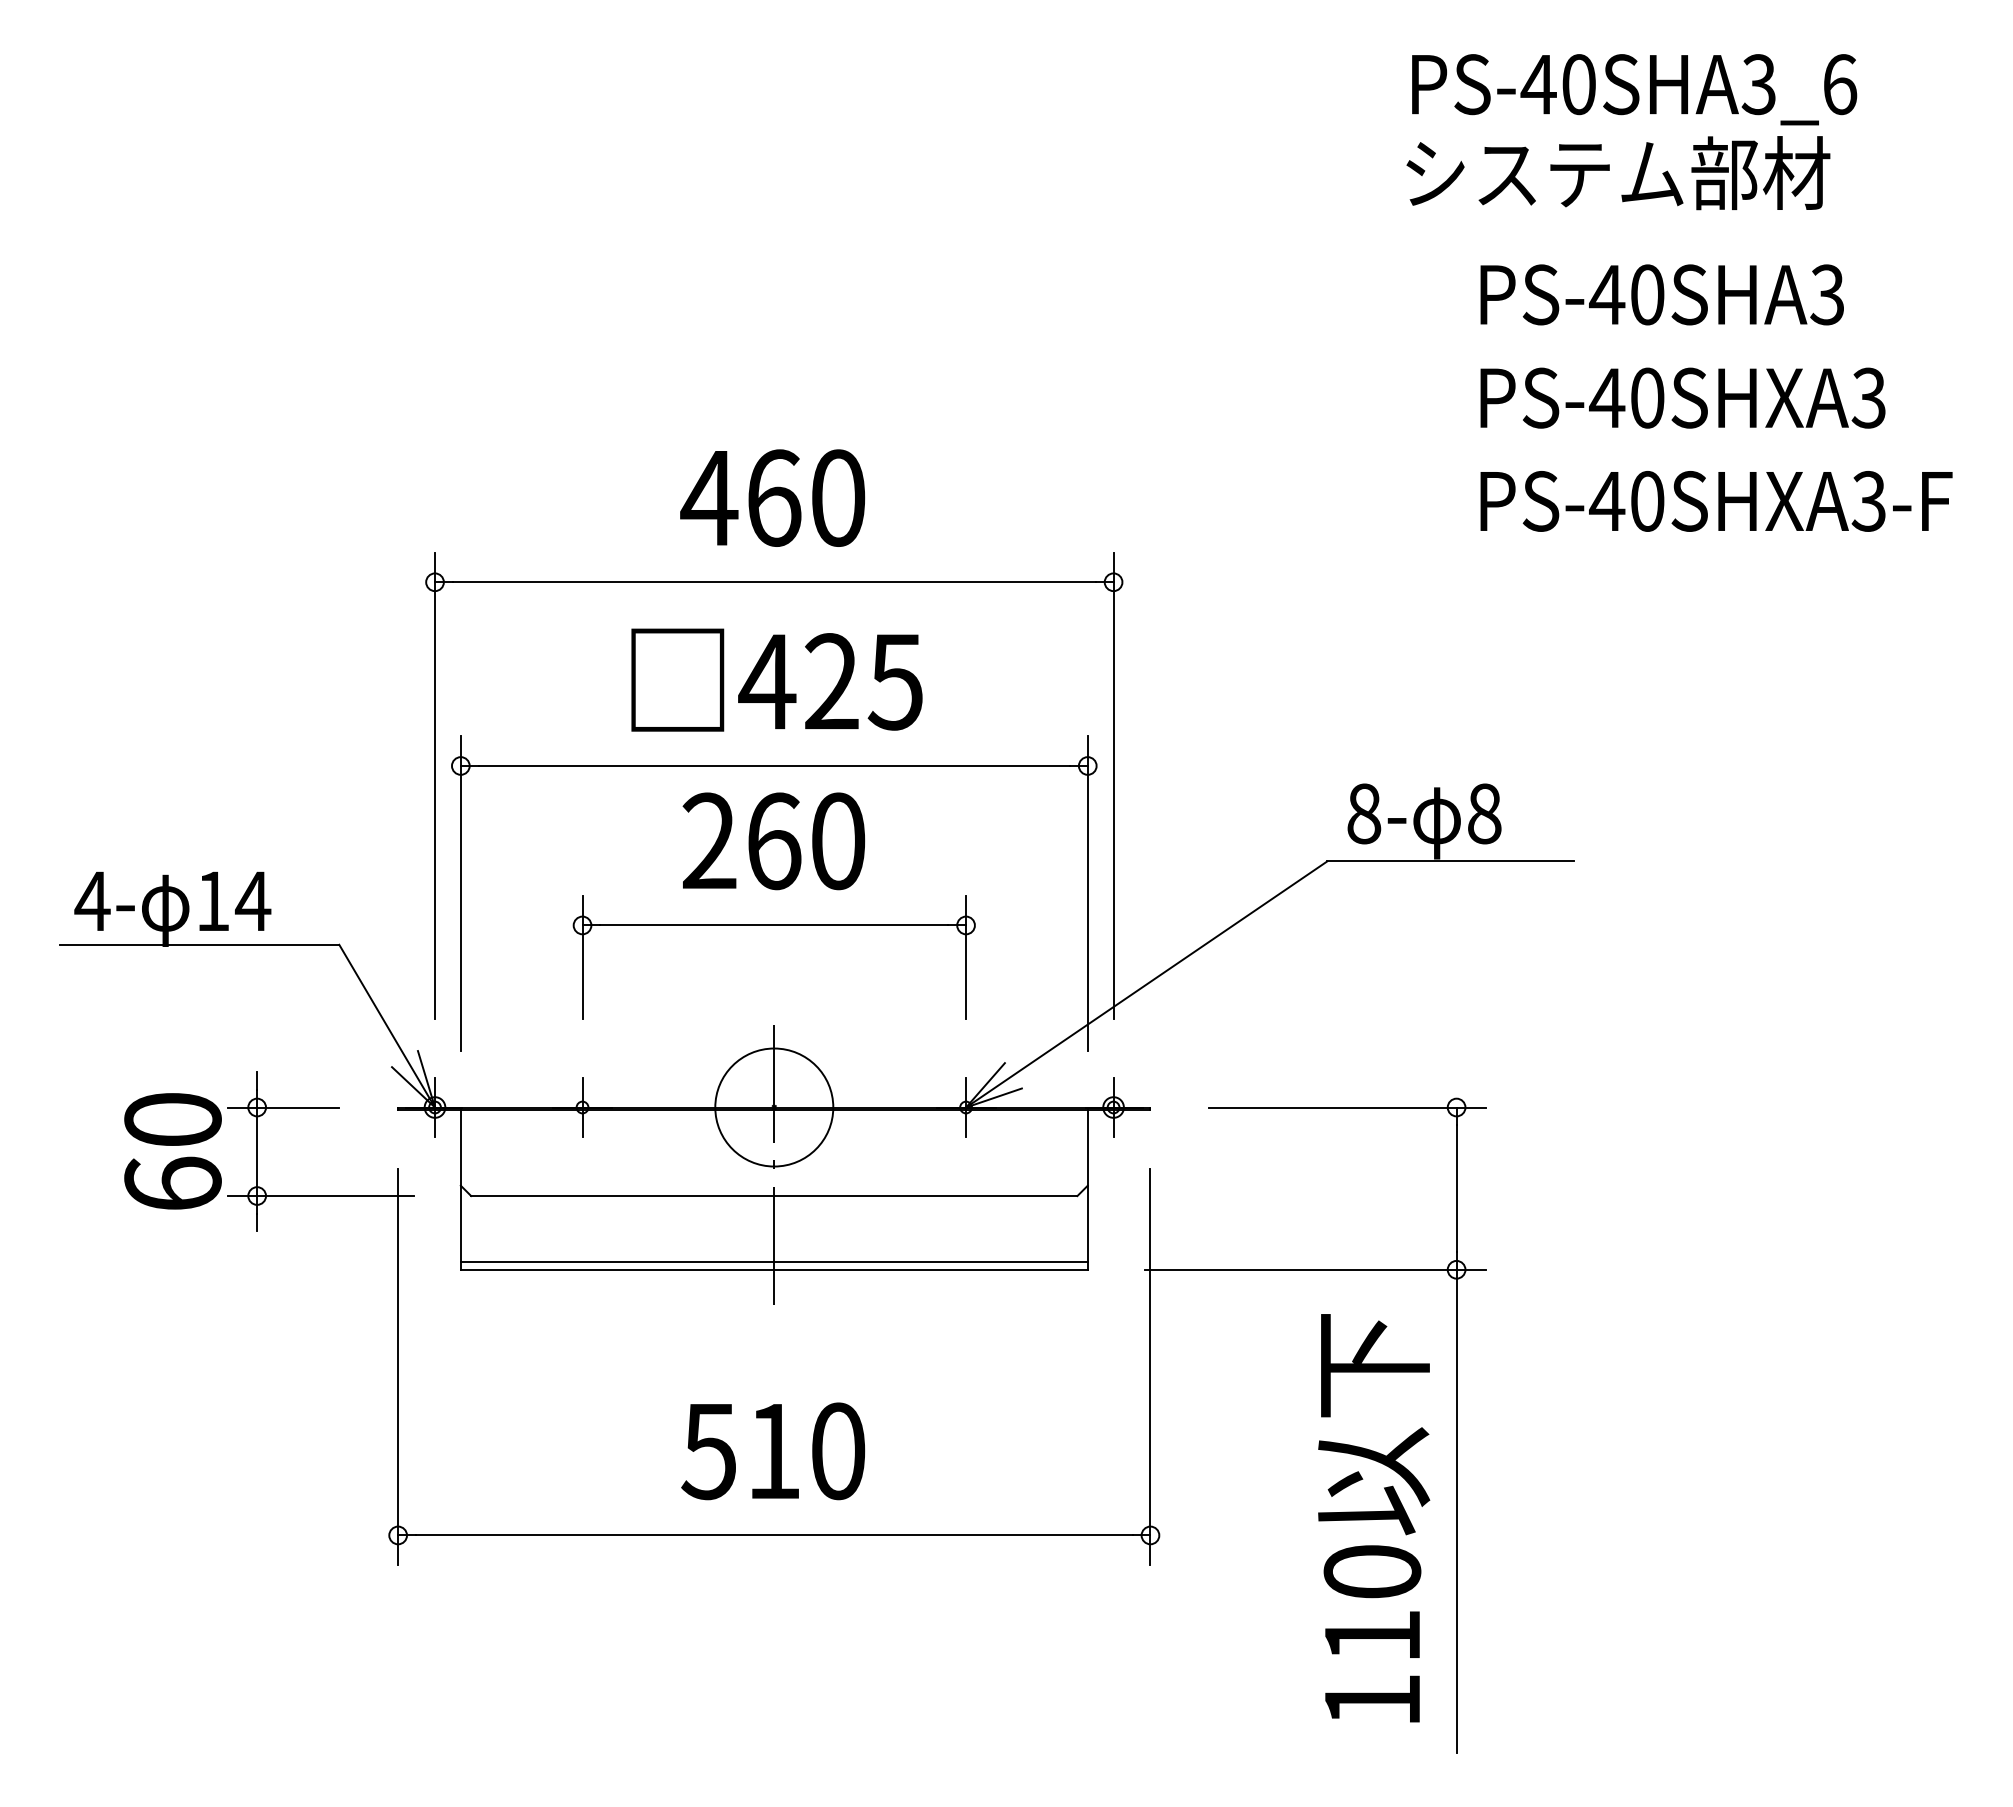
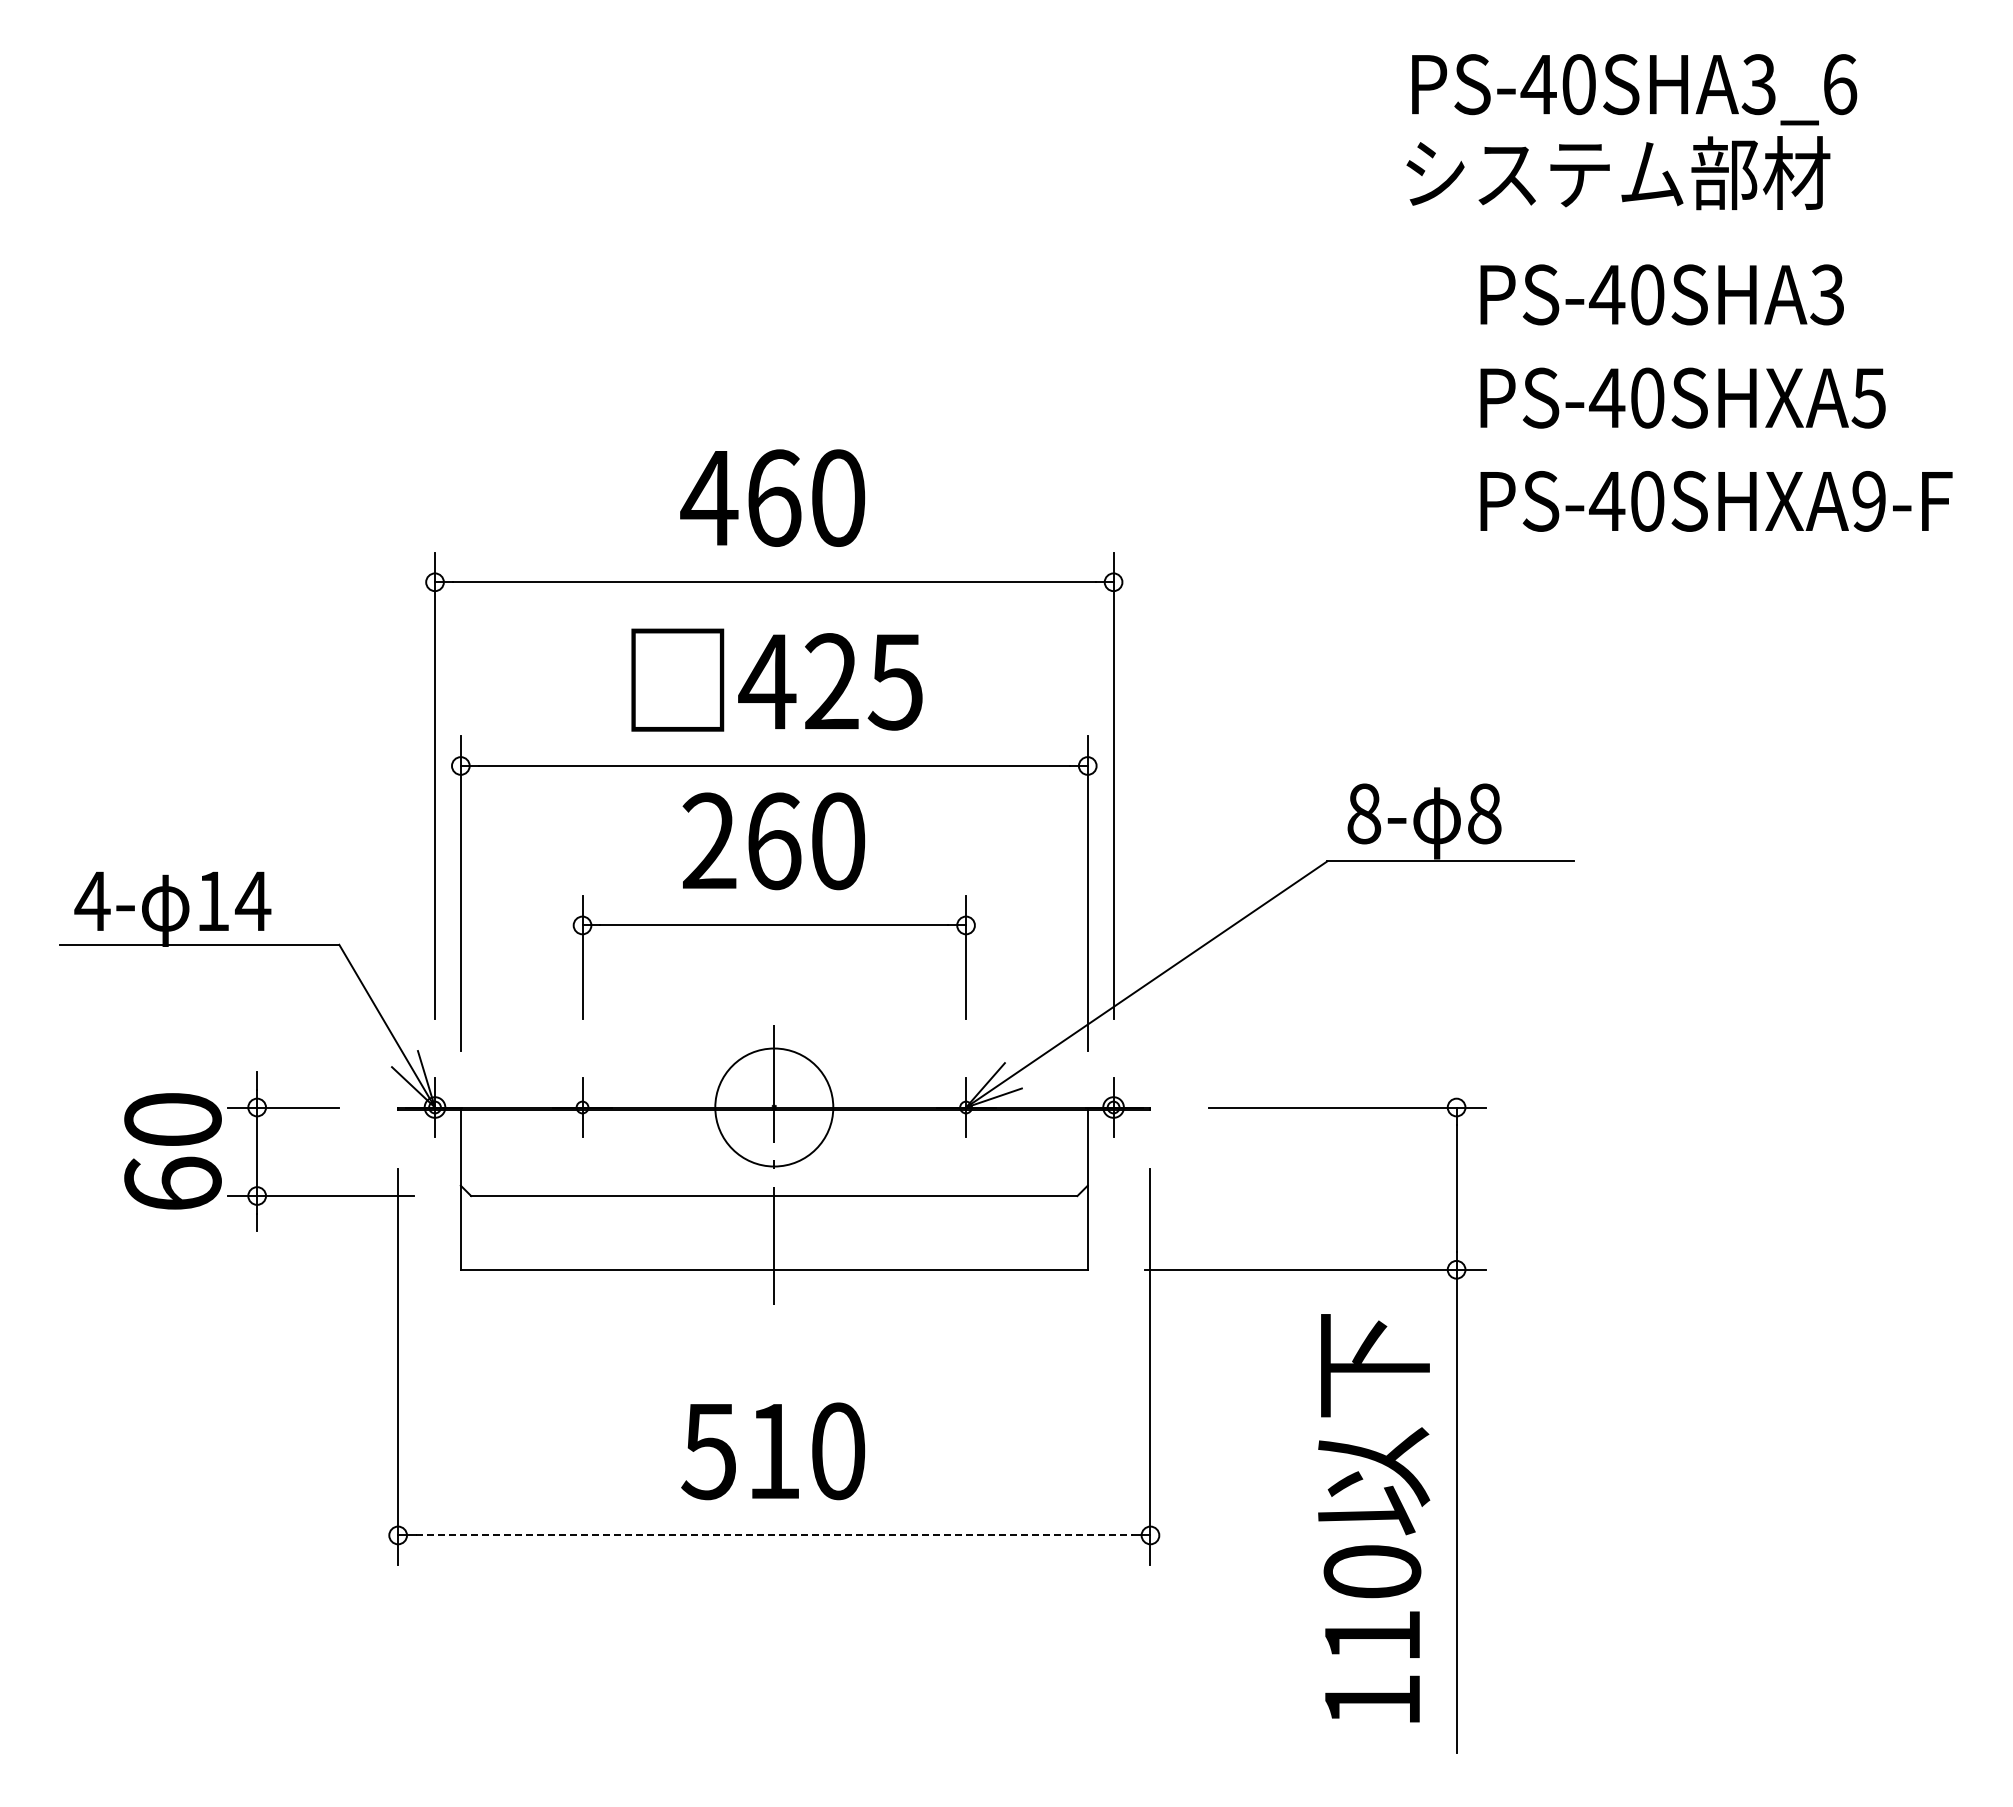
text at (1868, 397): PS-40SHXA3 -> PS-40SHXA5
text at (1868, 501): PS-40SHXA3-F -> PS-40SHXA9-F
line at (773, 1262): present -> none
line at (774, 1535): solid -> dashed
